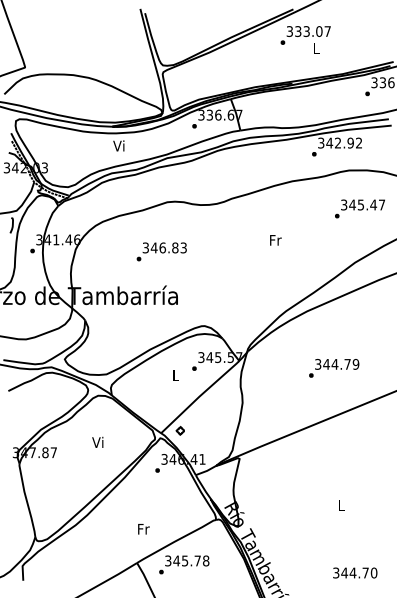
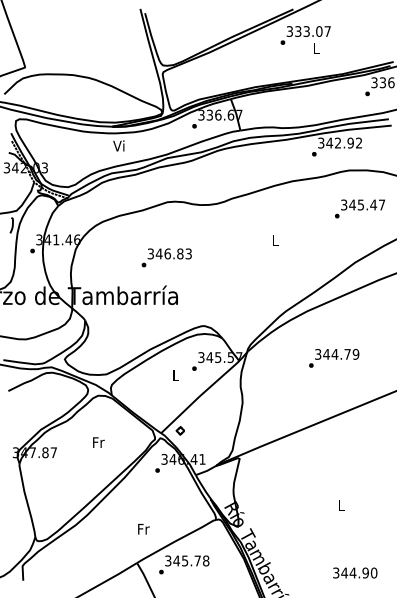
text at (275, 240): Fr -> L
text at (161, 251) position: (161, 251) -> (166, 257)
text at (334, 368) position: (334, 368) -> (334, 358)
text at (98, 441): Vi -> Fr
text at (365, 572): 344.70 -> 344.90
